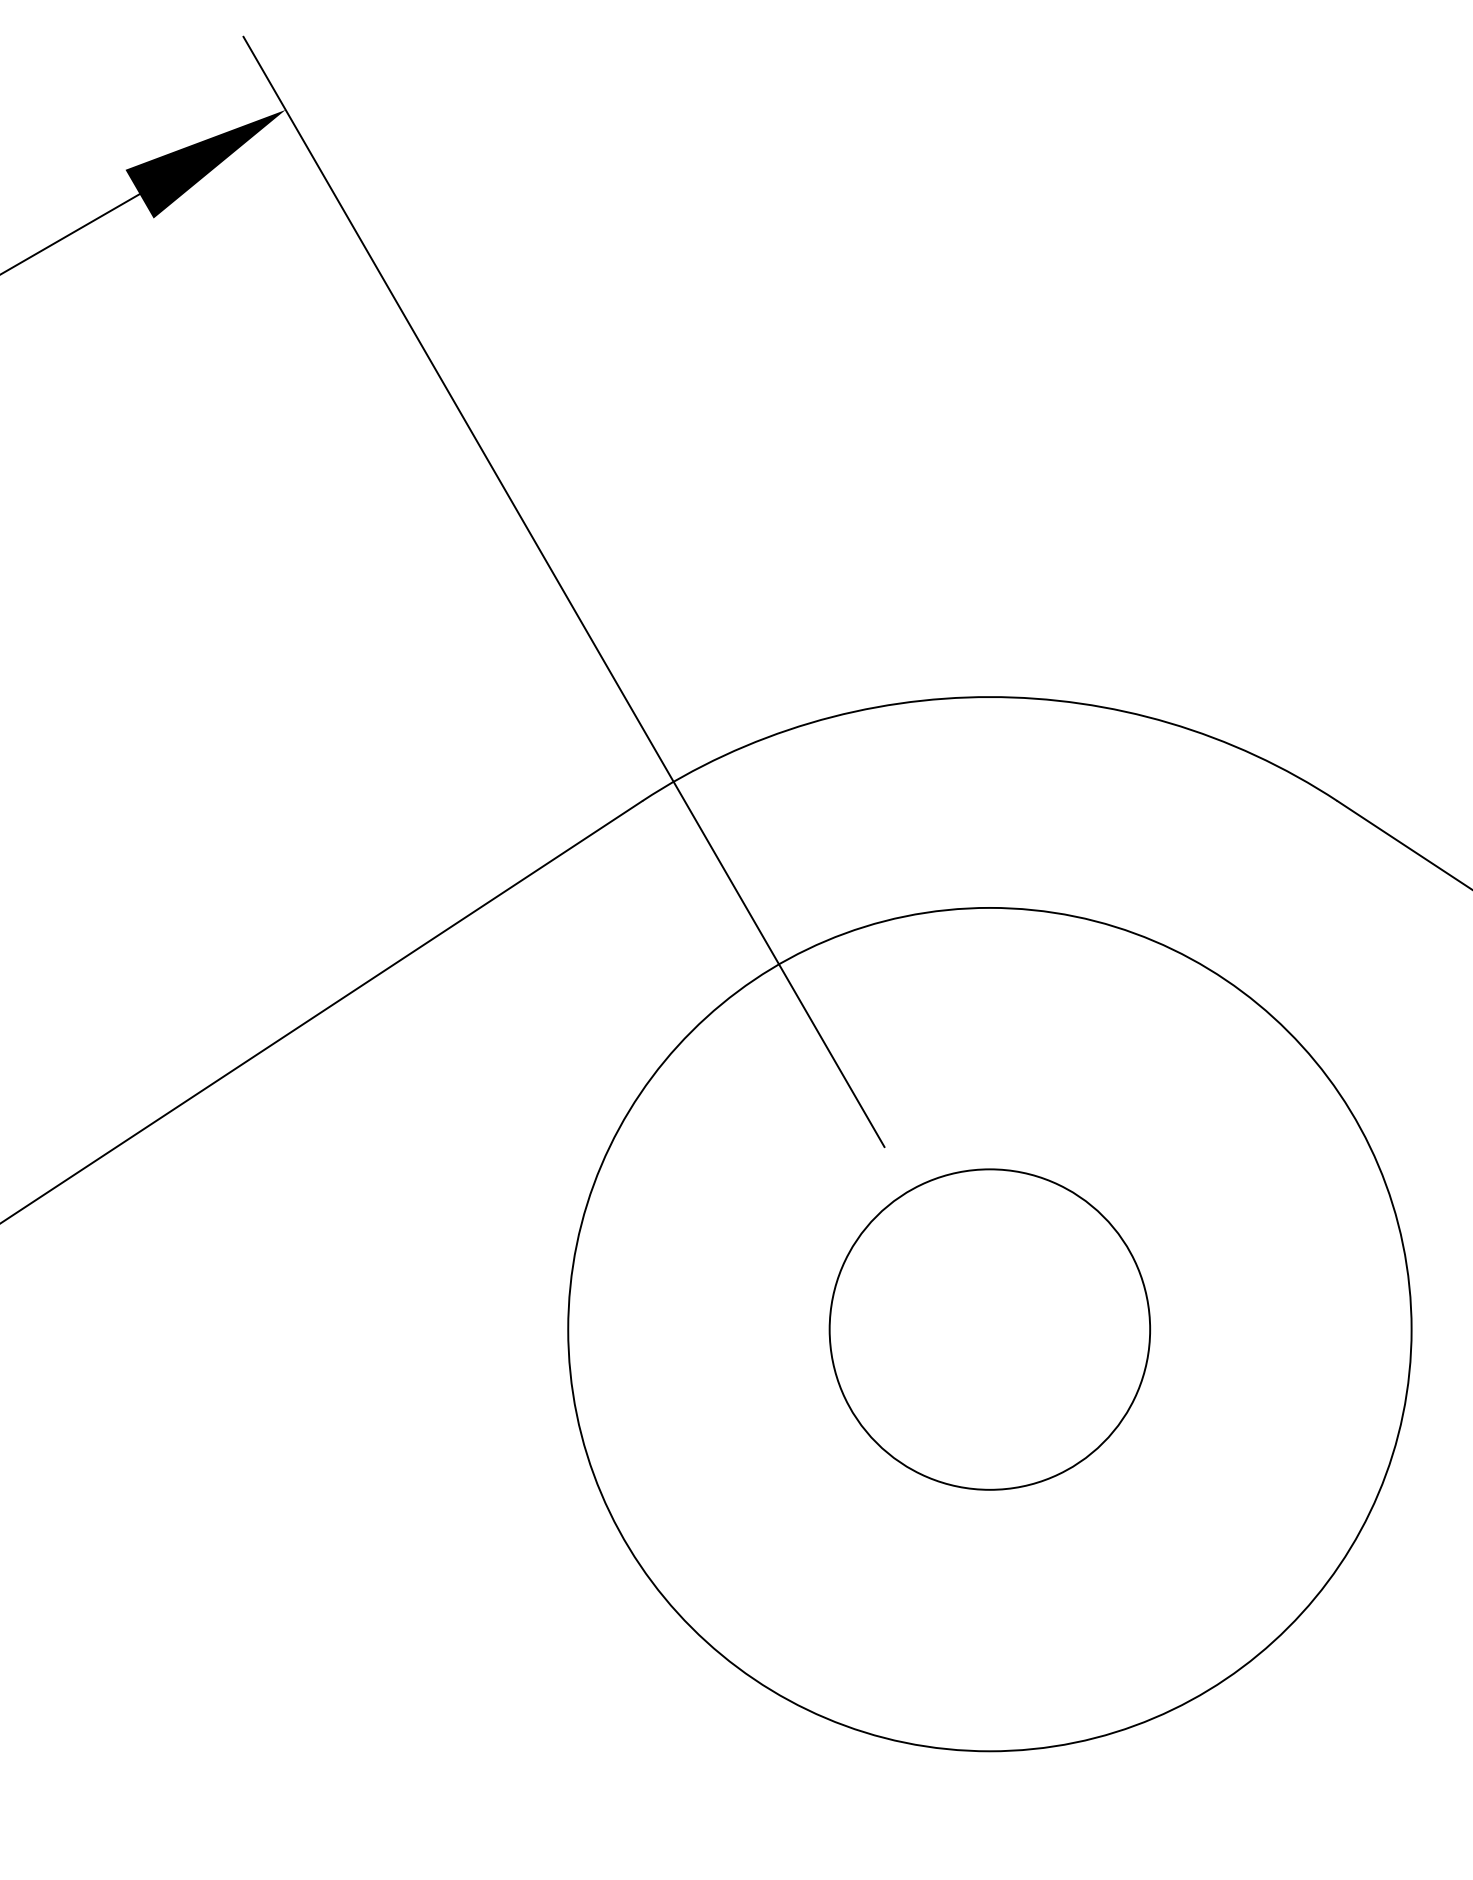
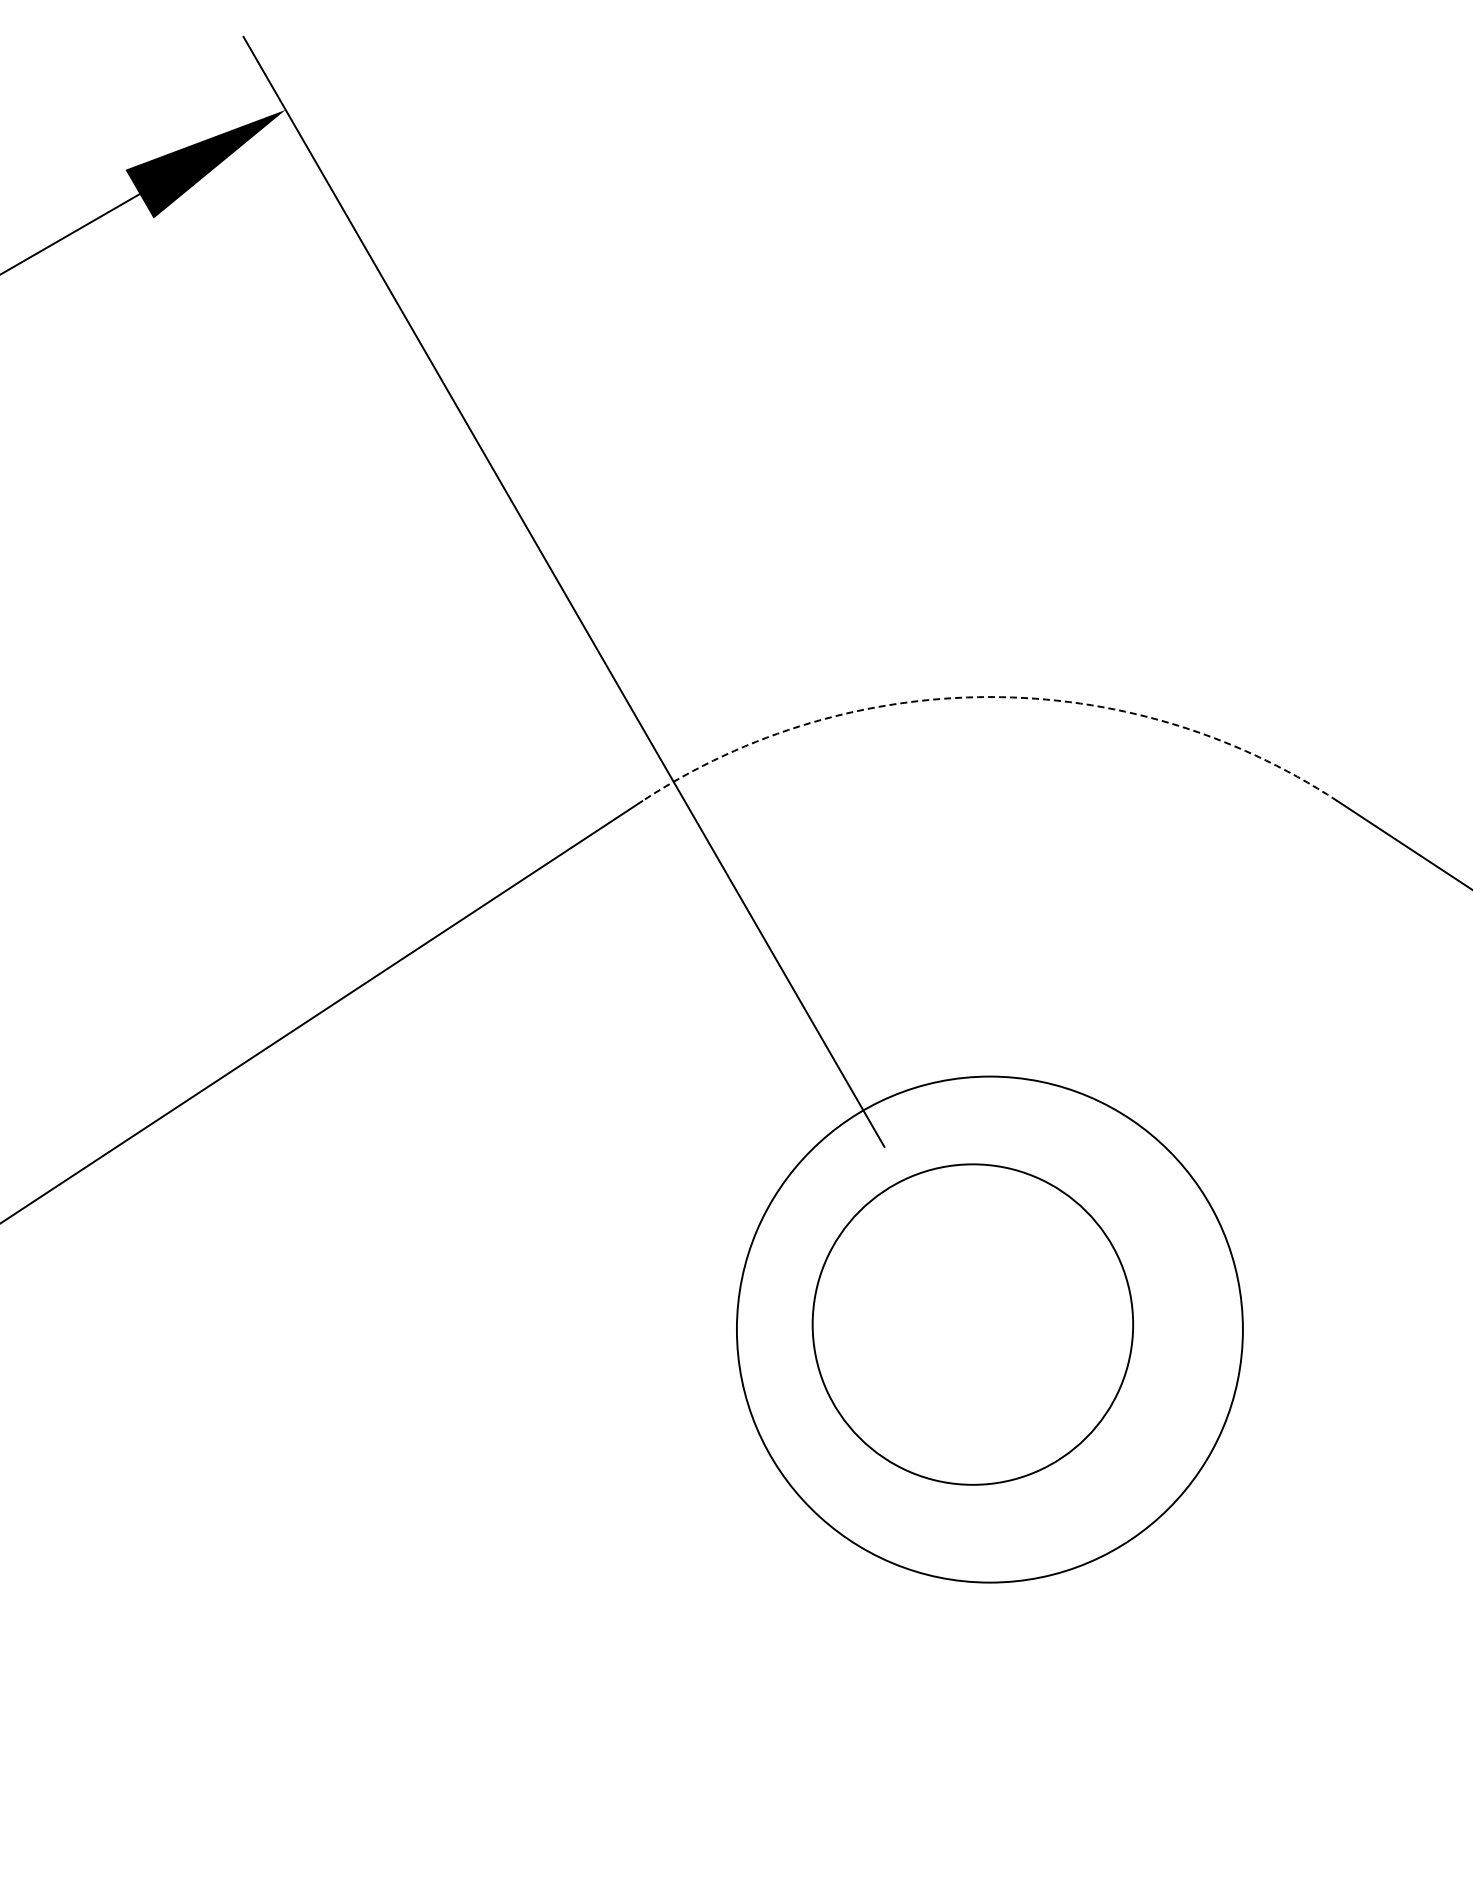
arc at (989, 697): solid -> dashed
circle at (989, 1329) diameter: 843 px -> 506 px
circle at (989, 1329) position: (989, 1329) -> (972, 1324)
